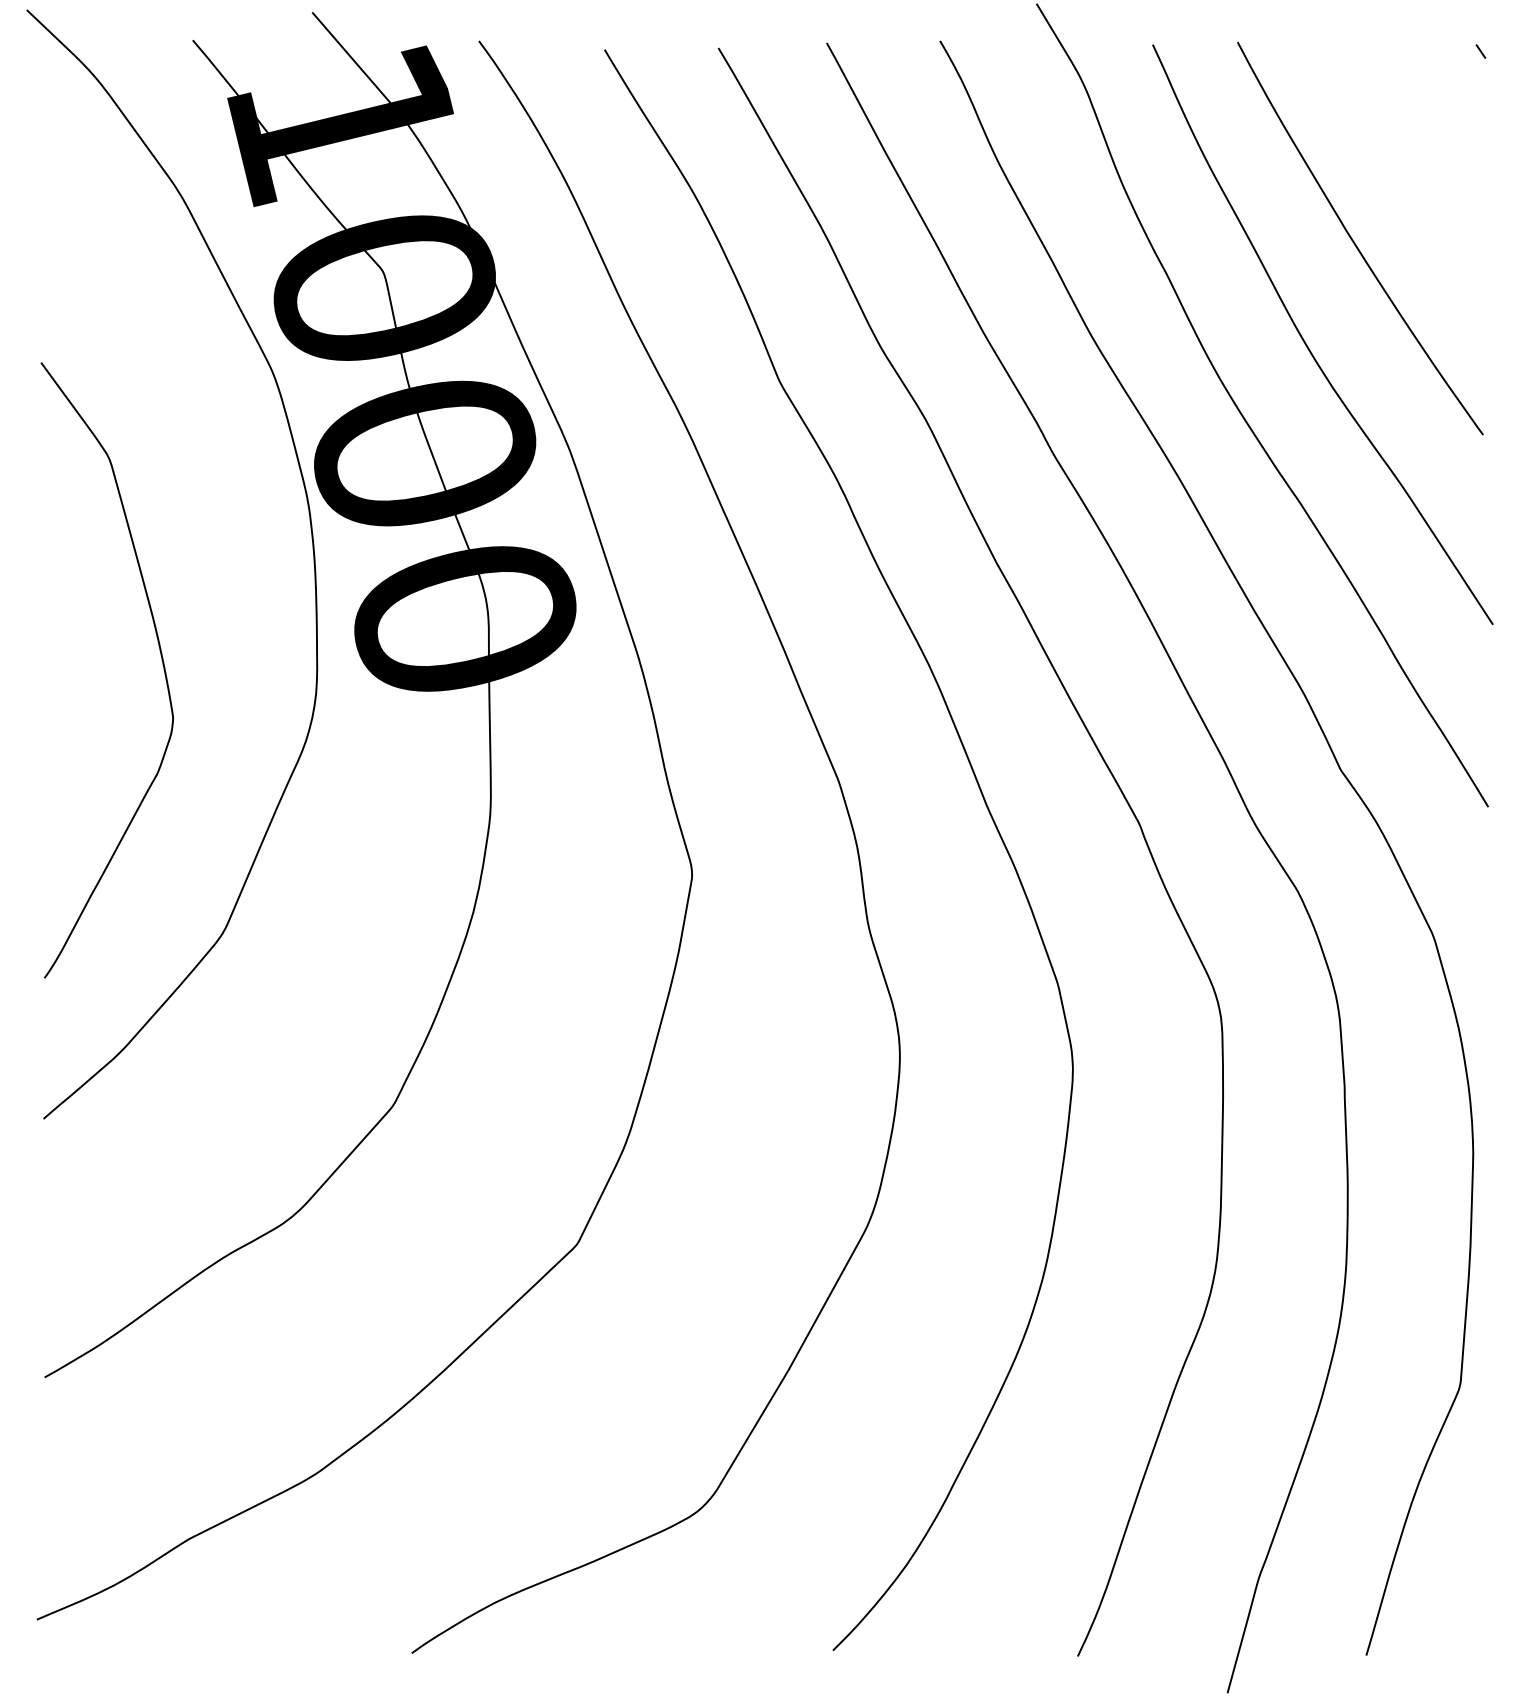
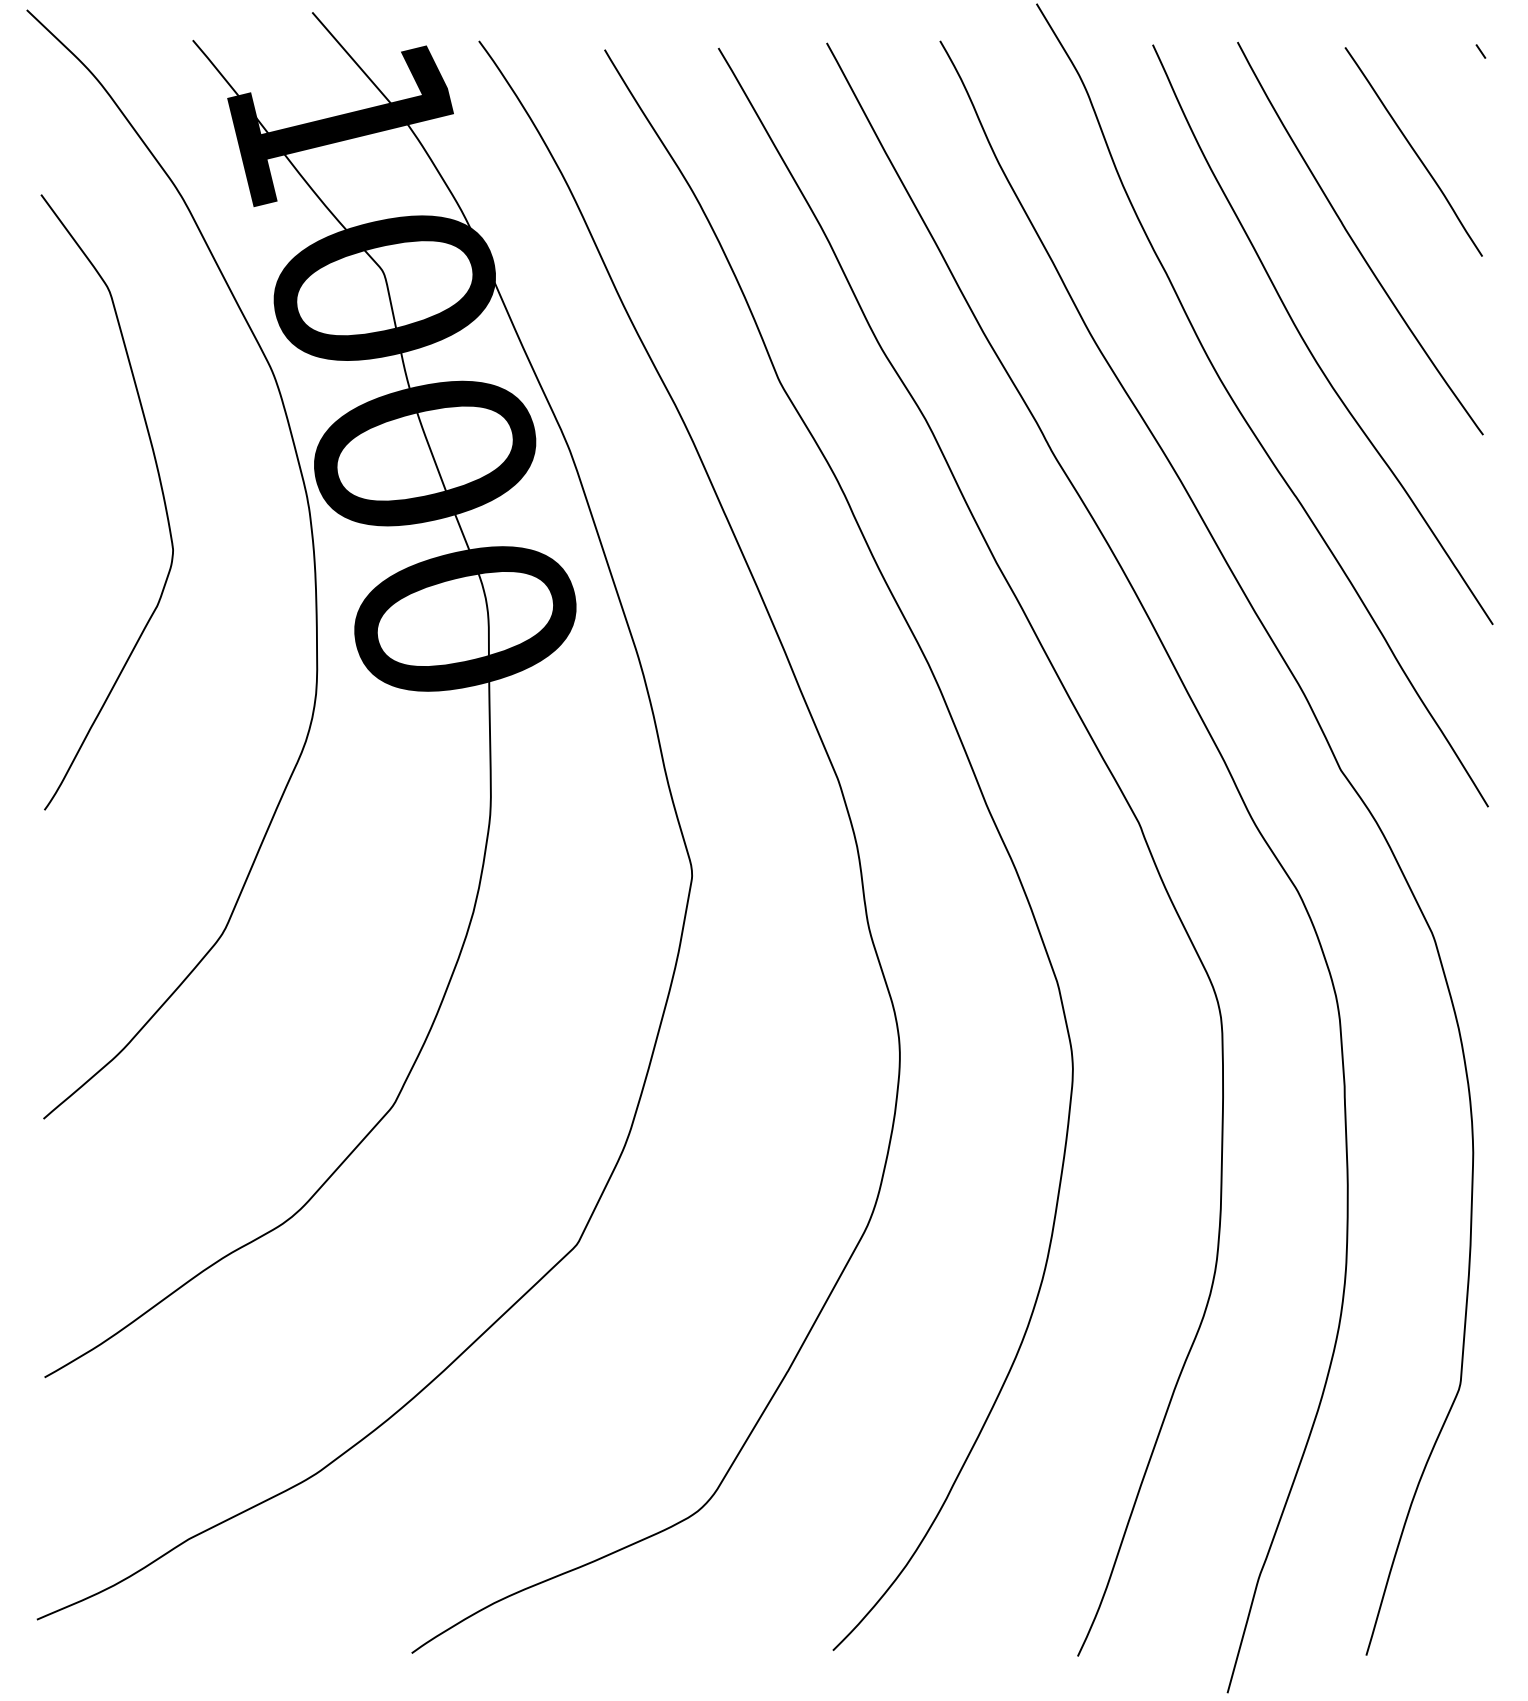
curve at (1413, 151): none -> present
curve at (161, 660) position: (161, 660) -> (161, 492)
